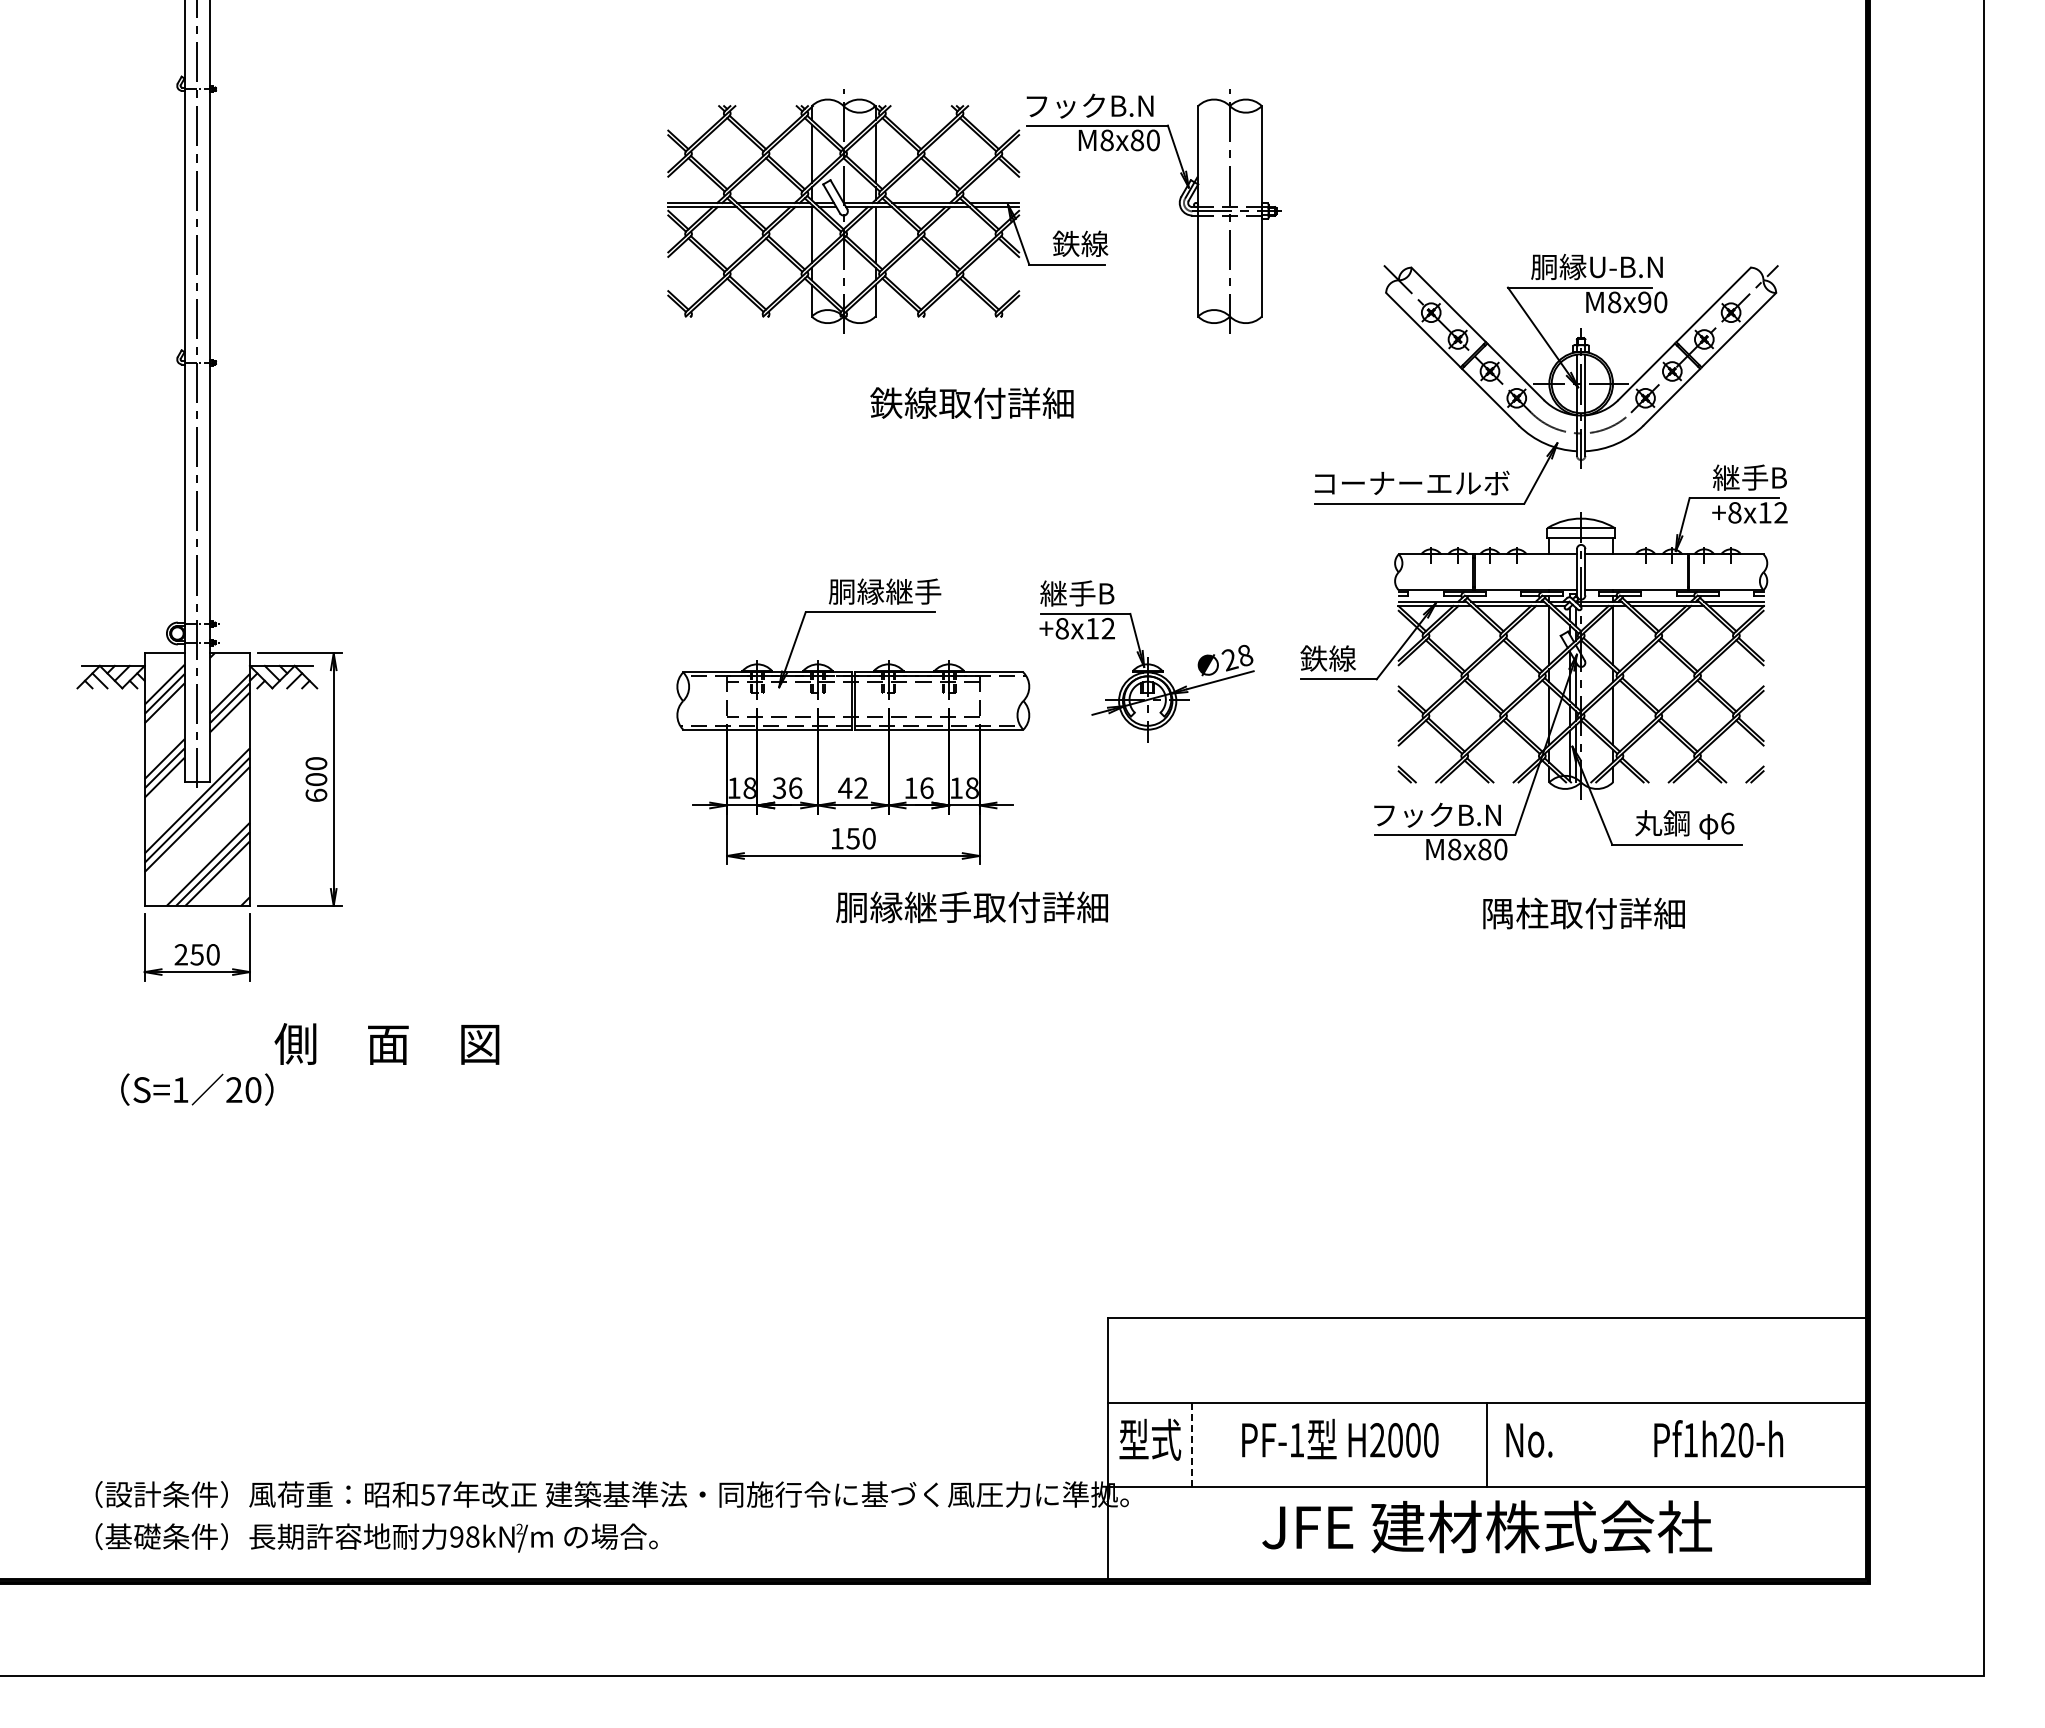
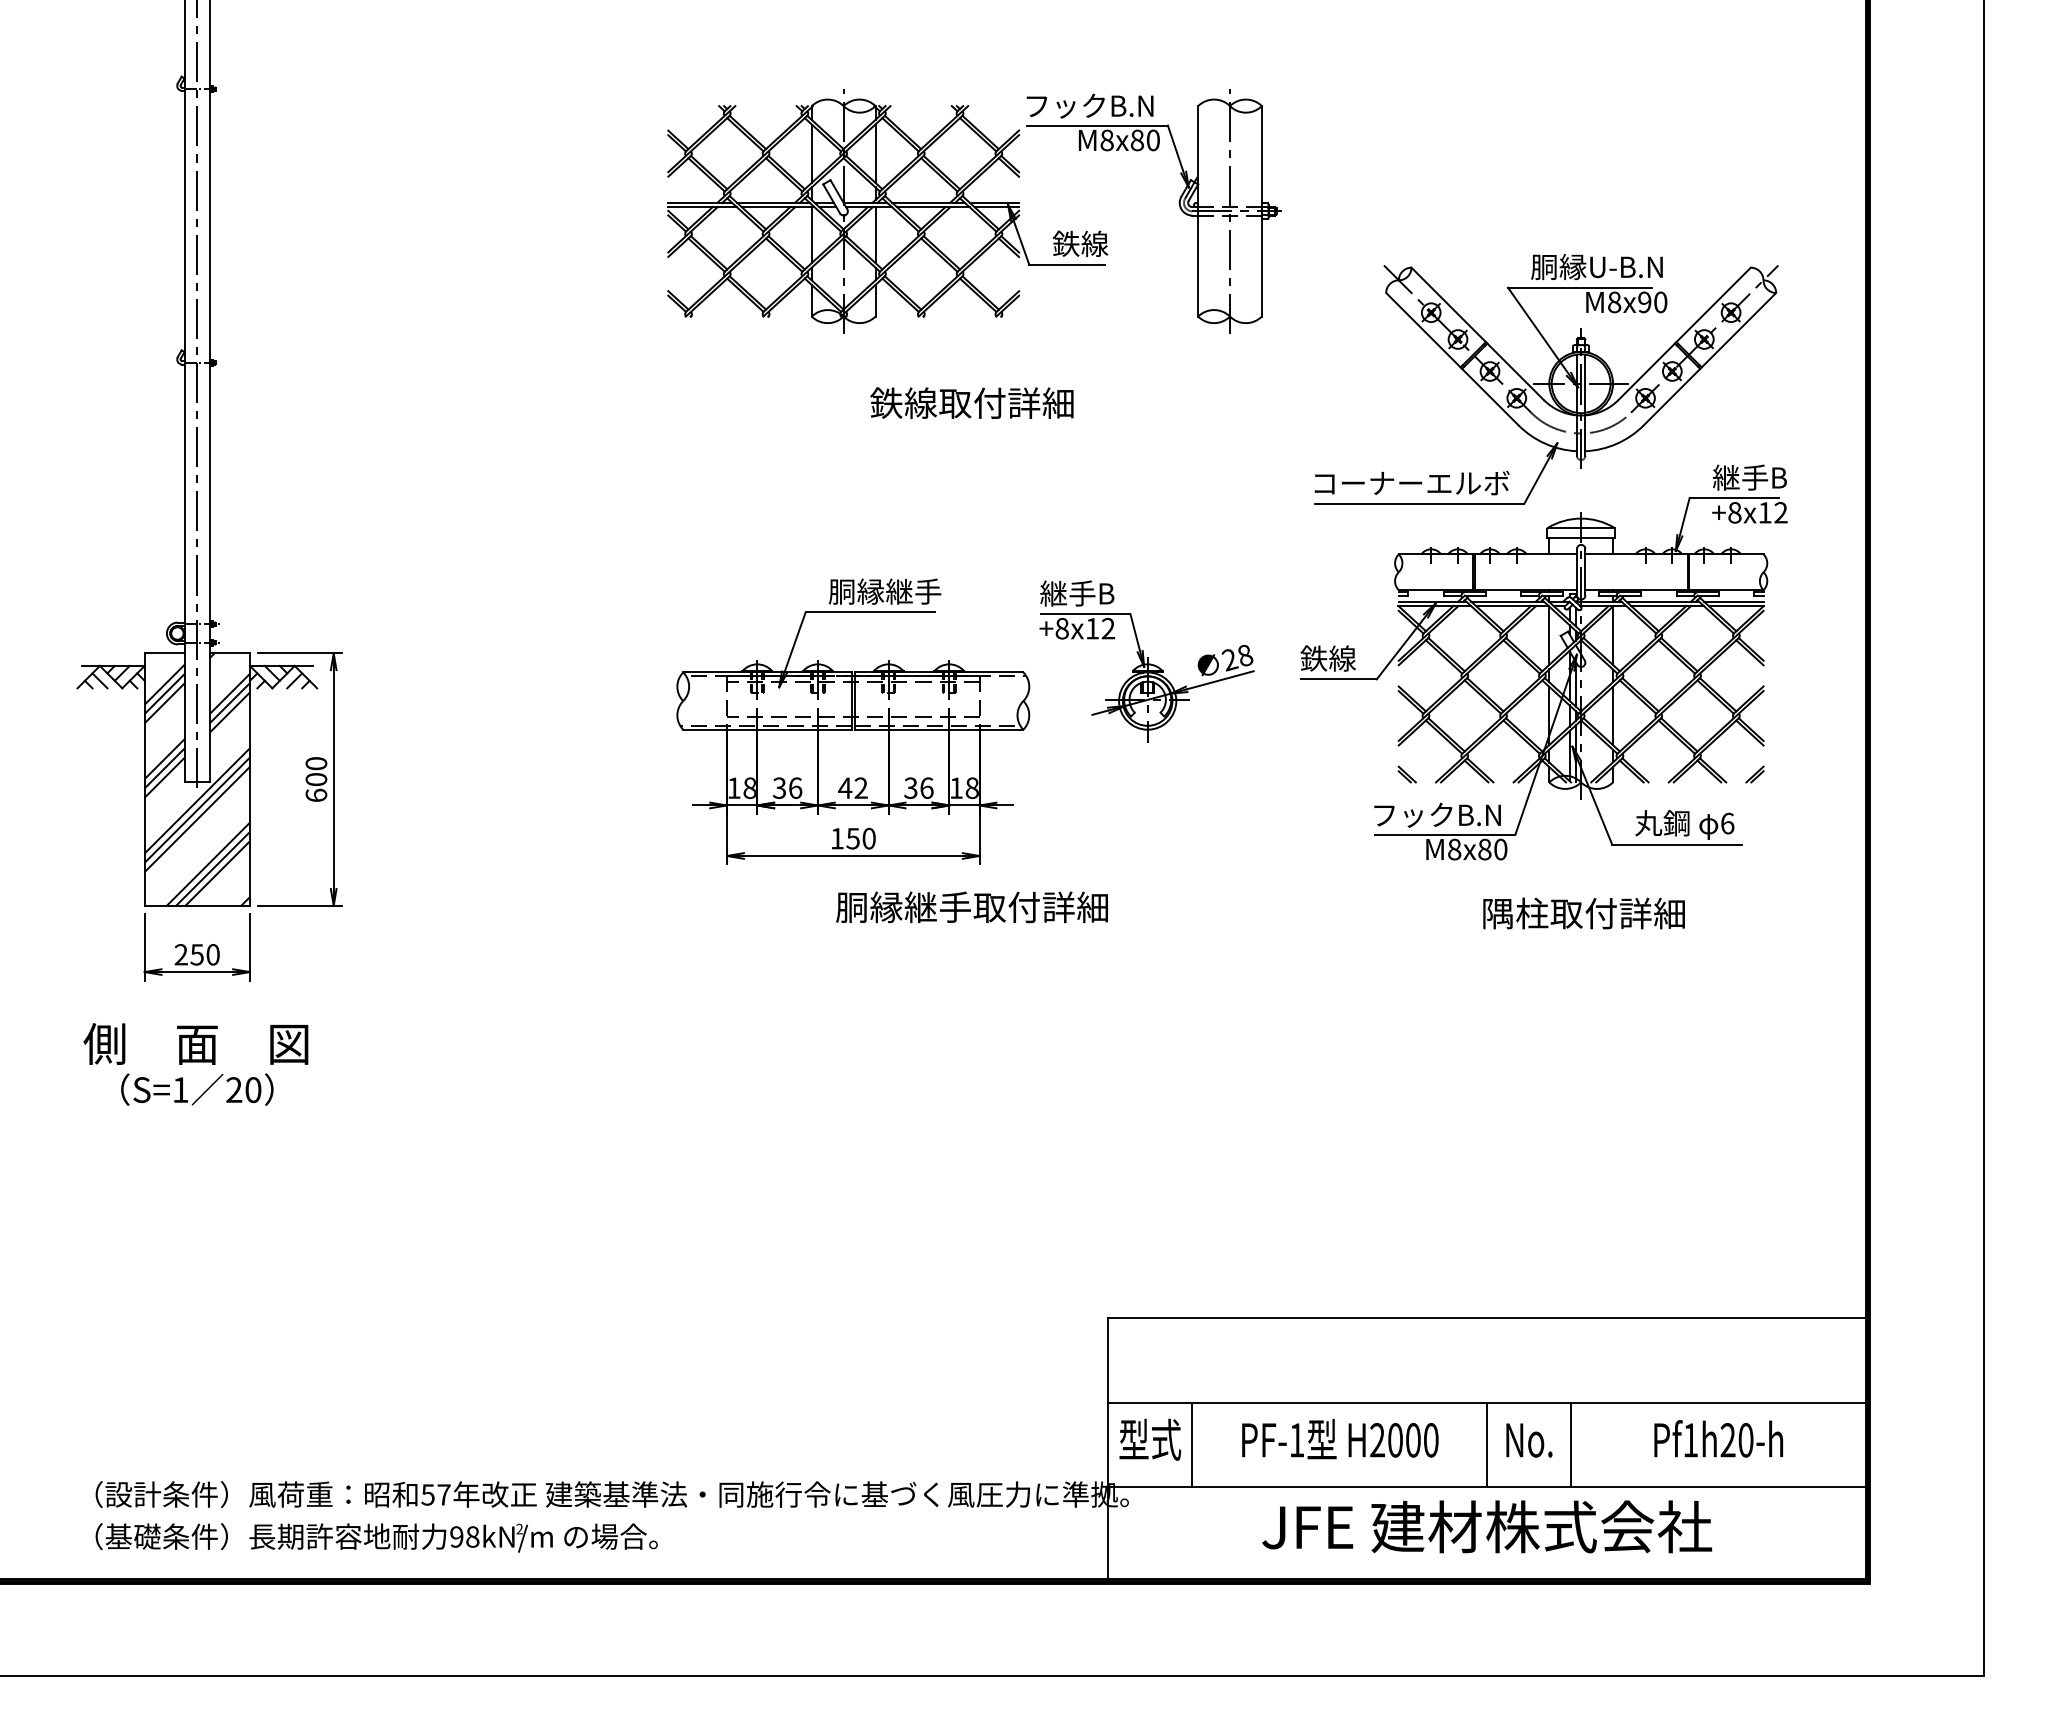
text at (910, 788): 16 -> 36
text at (386, 1043) position: (386, 1043) -> (195, 1043)
line at (1571, 1444): none -> present
line at (1192, 1445): dashed -> solid
